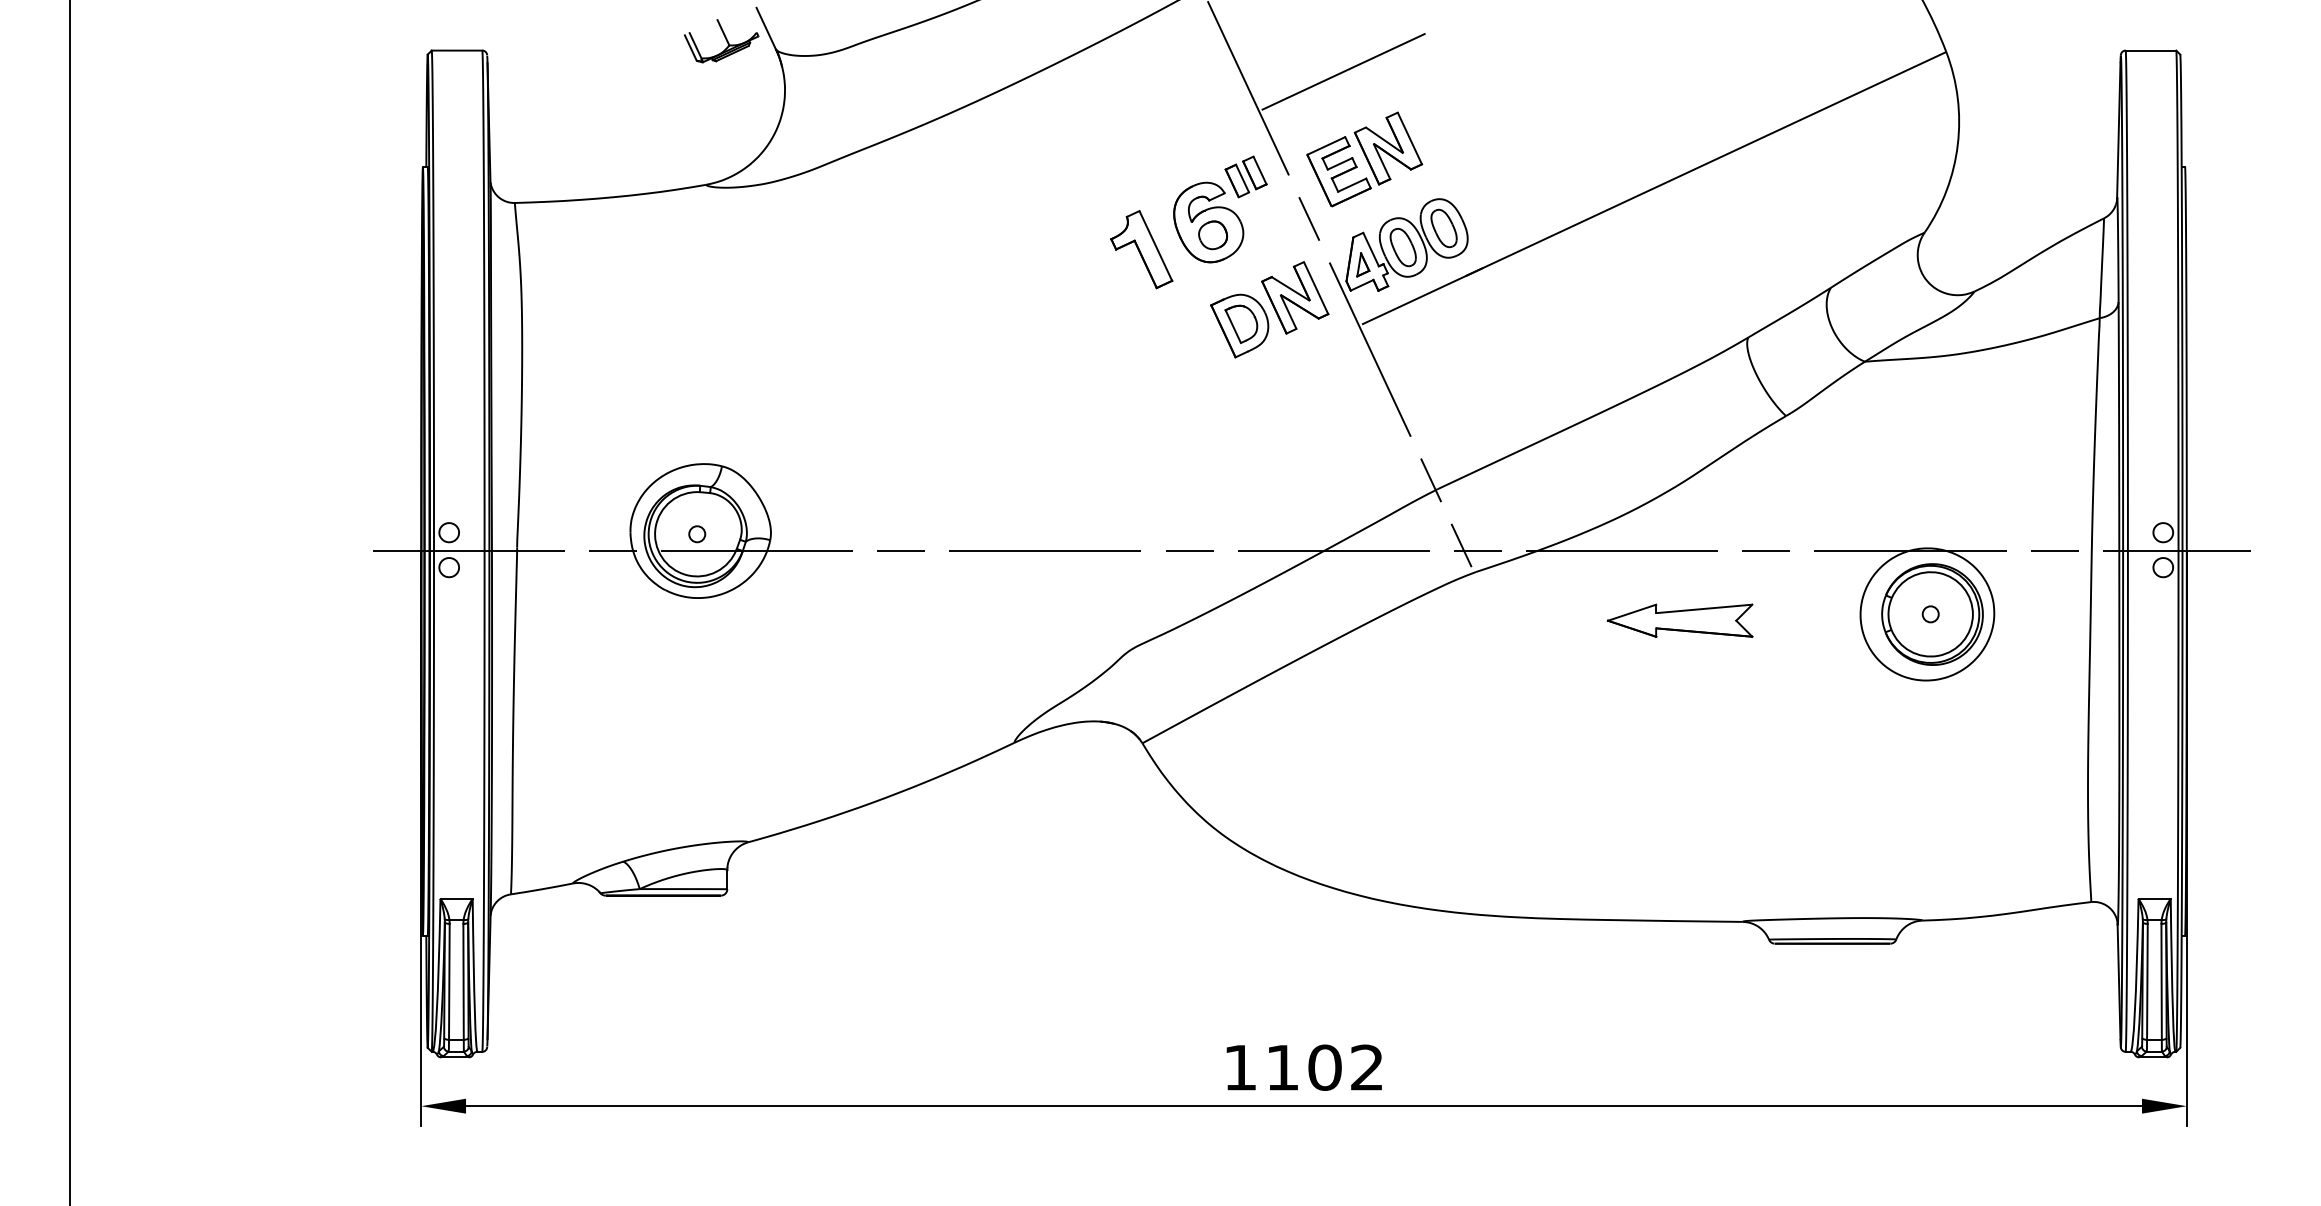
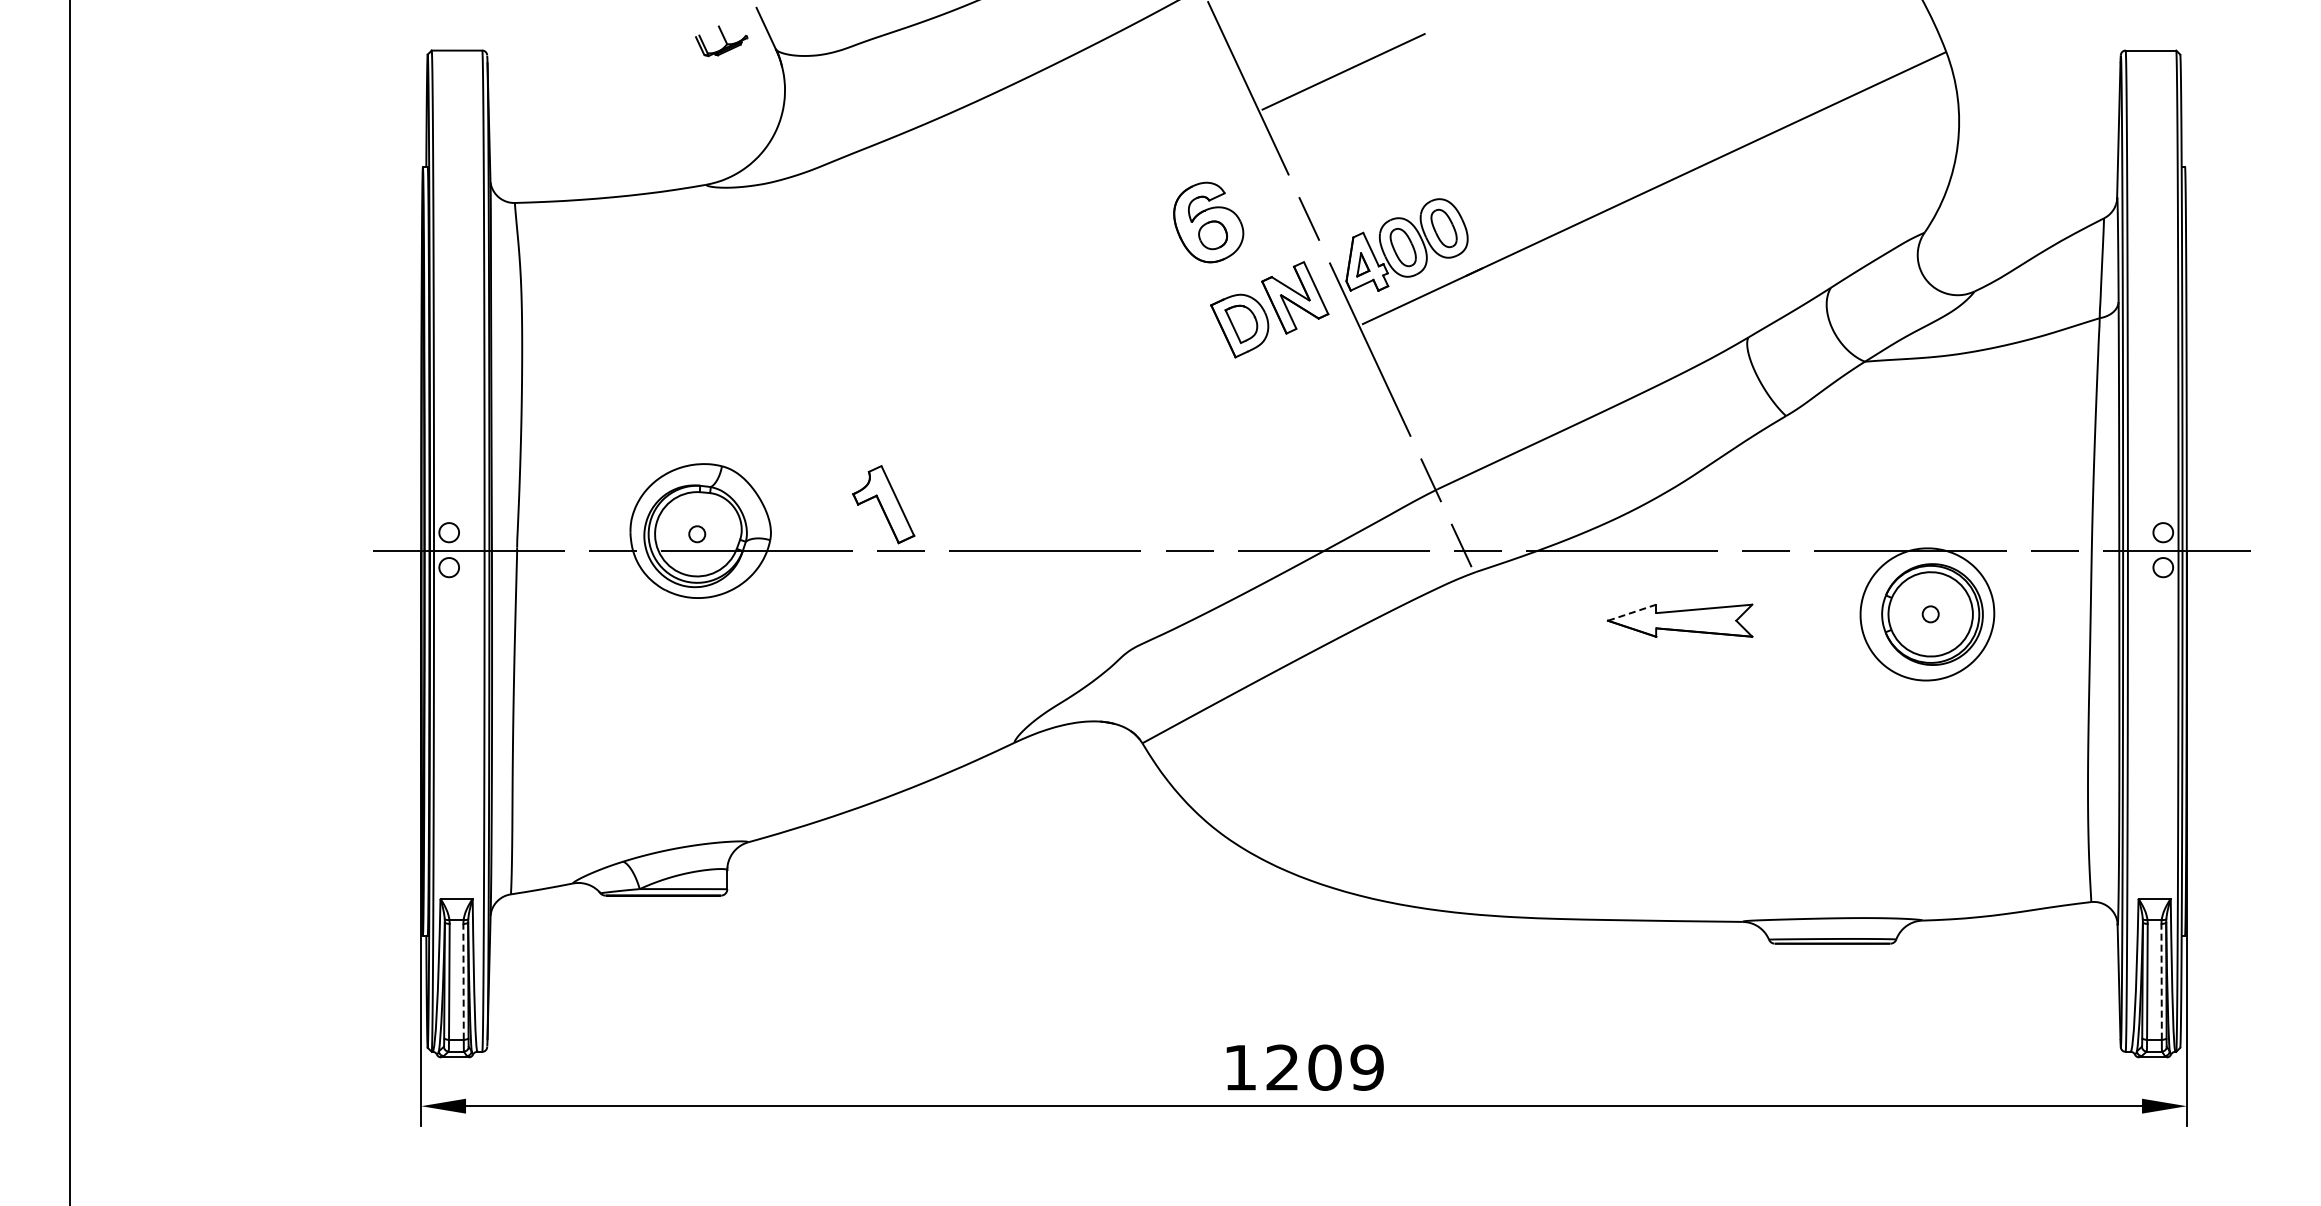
part at (721, 41) size: 76x45 px -> 54x33 px
part at (1364, 159): present -> none
part at (1245, 176): present -> none
part at (1141, 249) position: (1141, 249) -> (883, 504)
line at (1632, 612): solid -> dashed
line at (463, 981): solid -> dashed
line at (2161, 981): solid -> dashed
text at (1324, 1067): 1102 -> 1209
